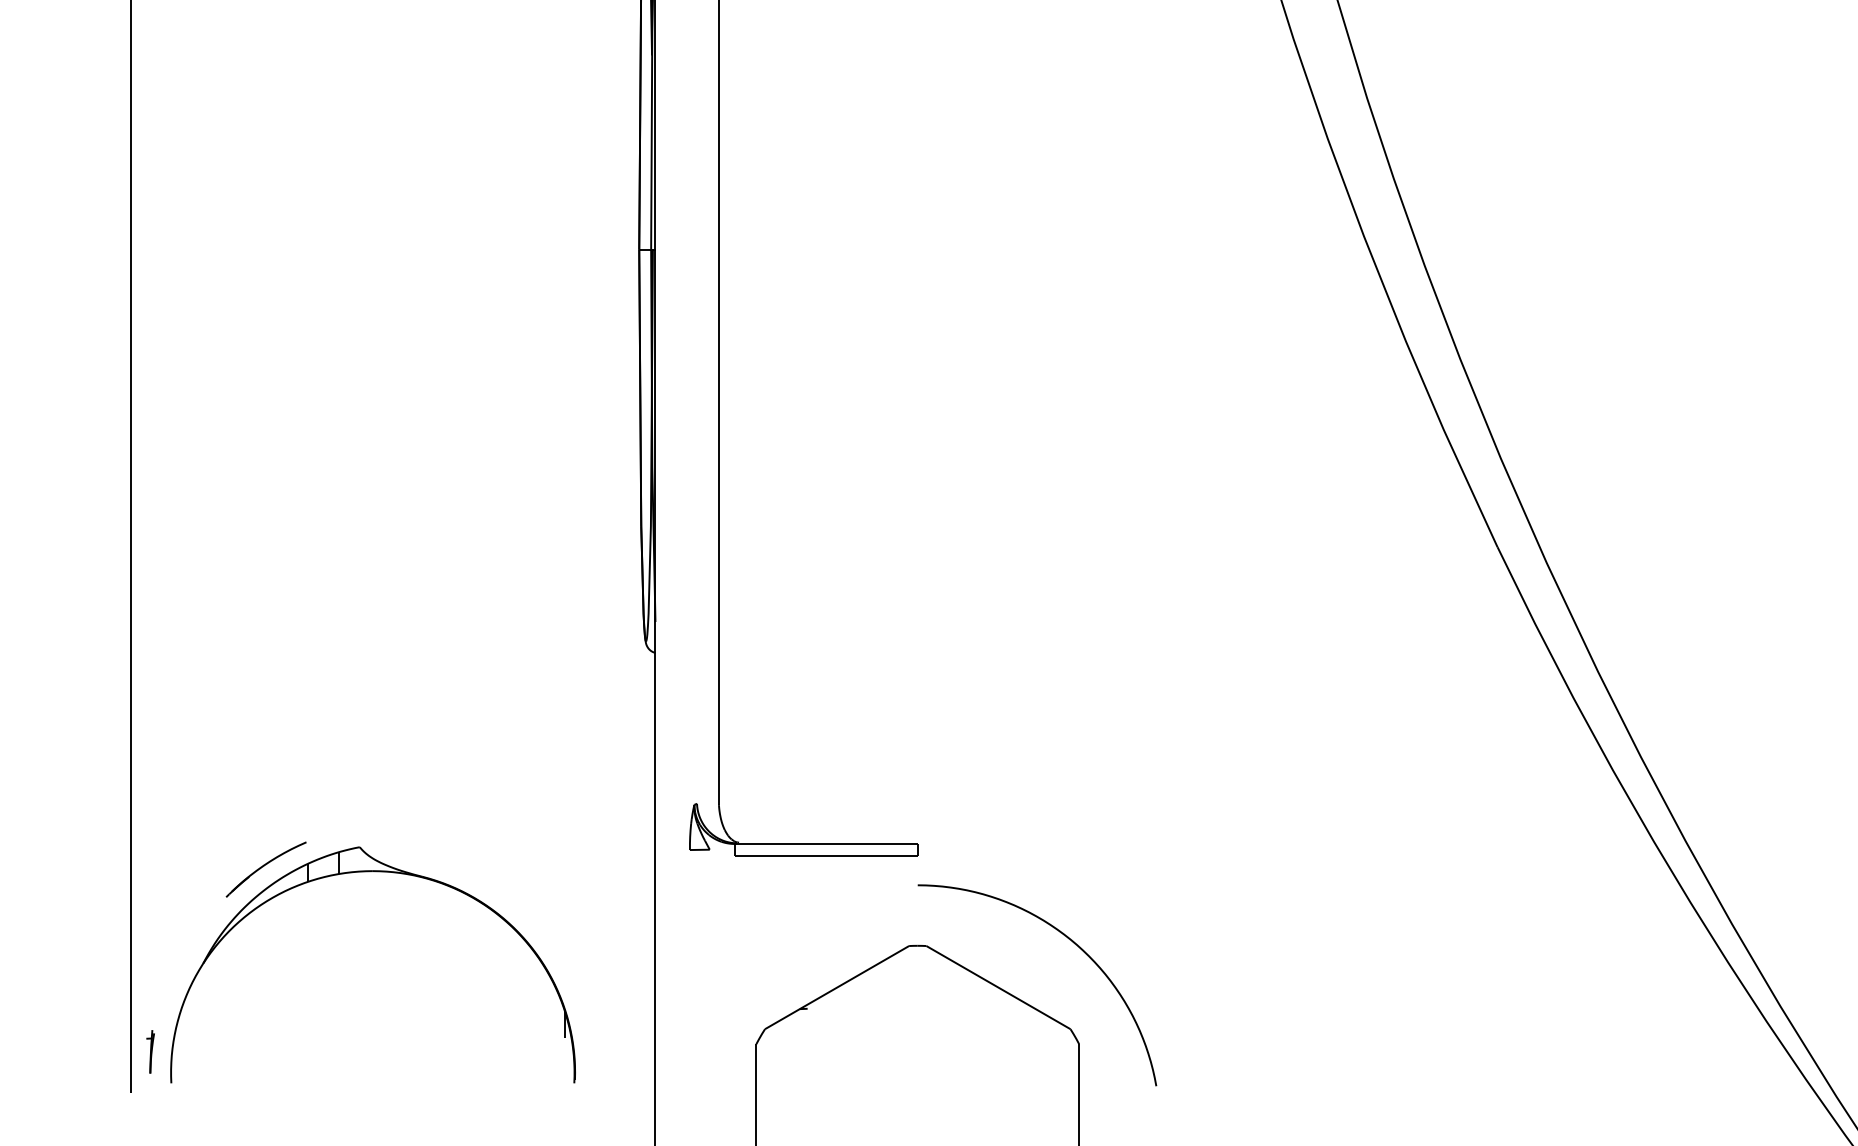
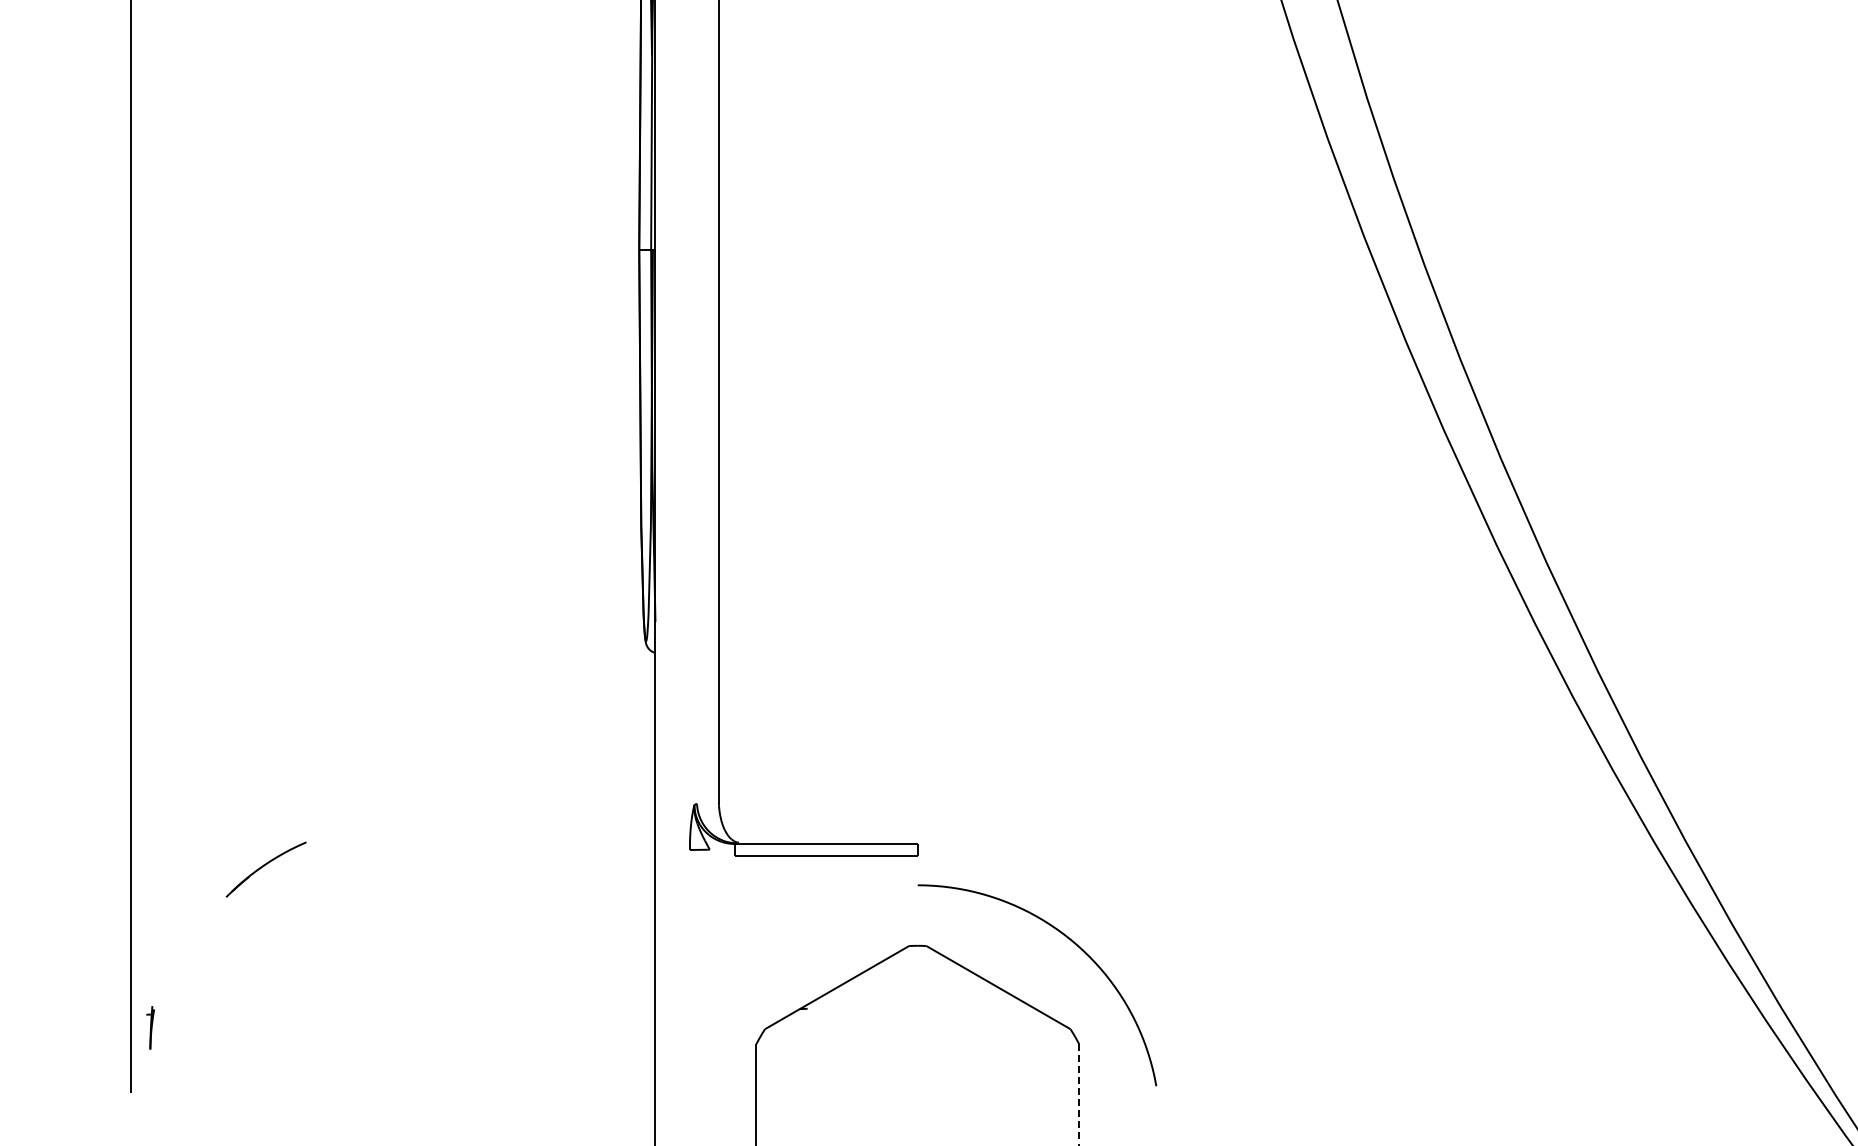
part at (370, 872): present -> none
part at (150, 1051) position: (150, 1051) -> (150, 1027)
line at (1079, 1095): solid -> dashed
